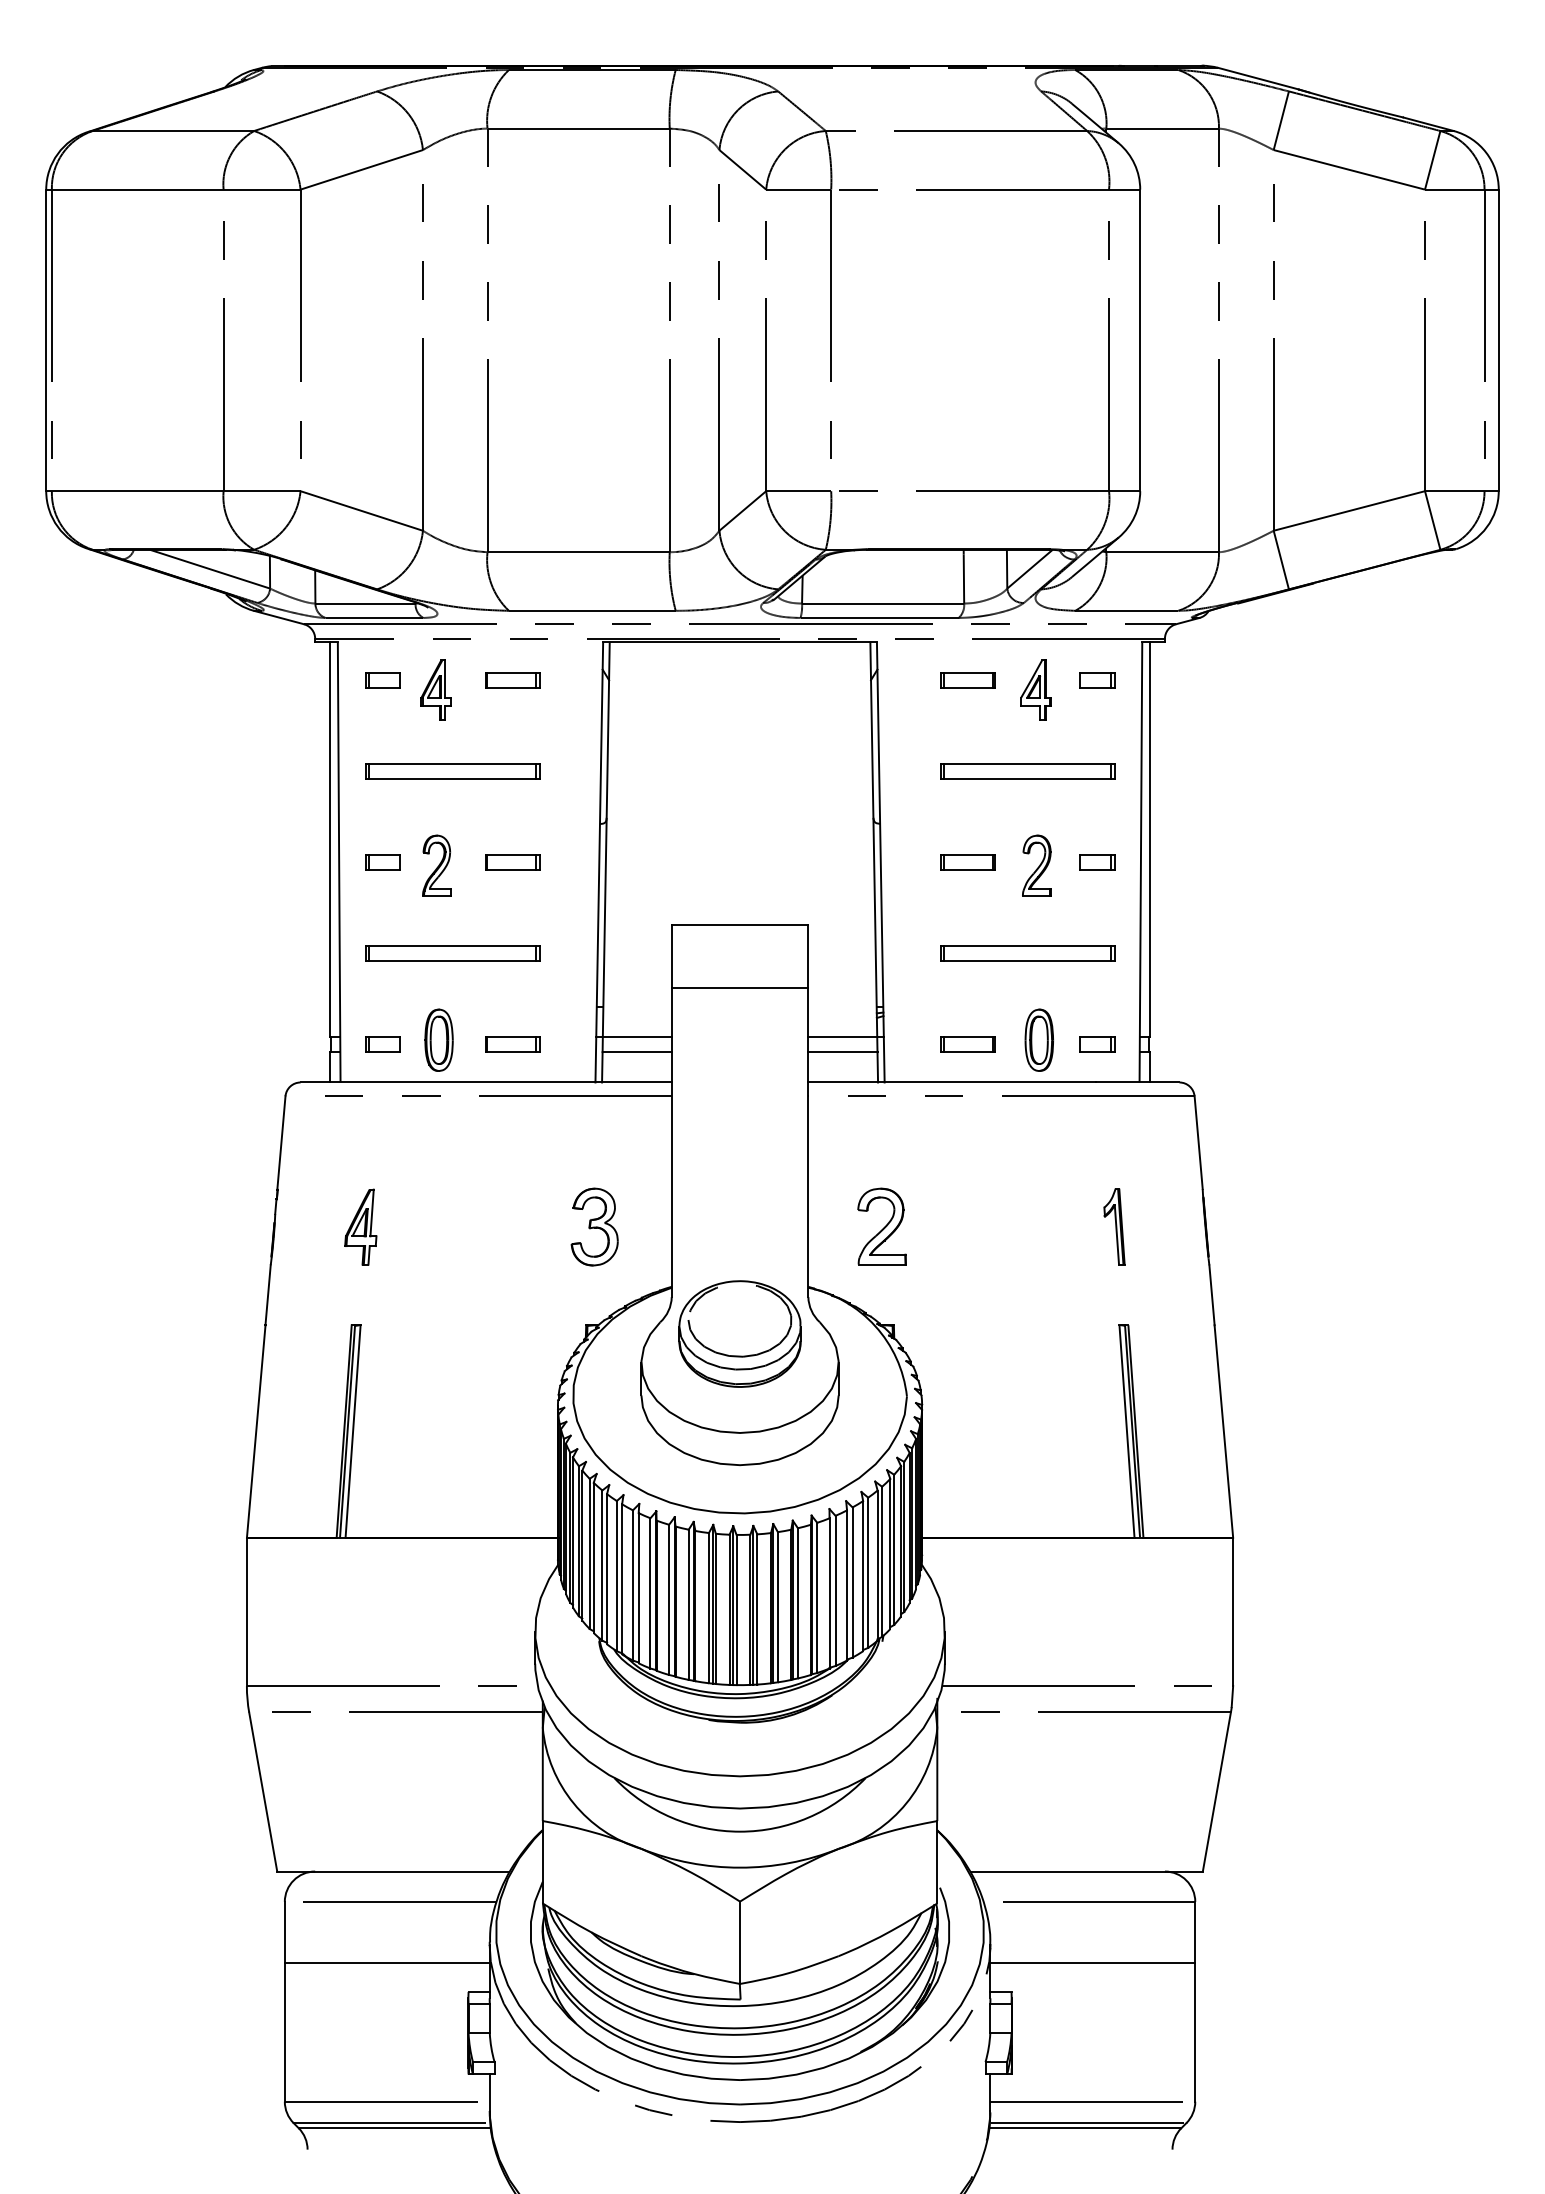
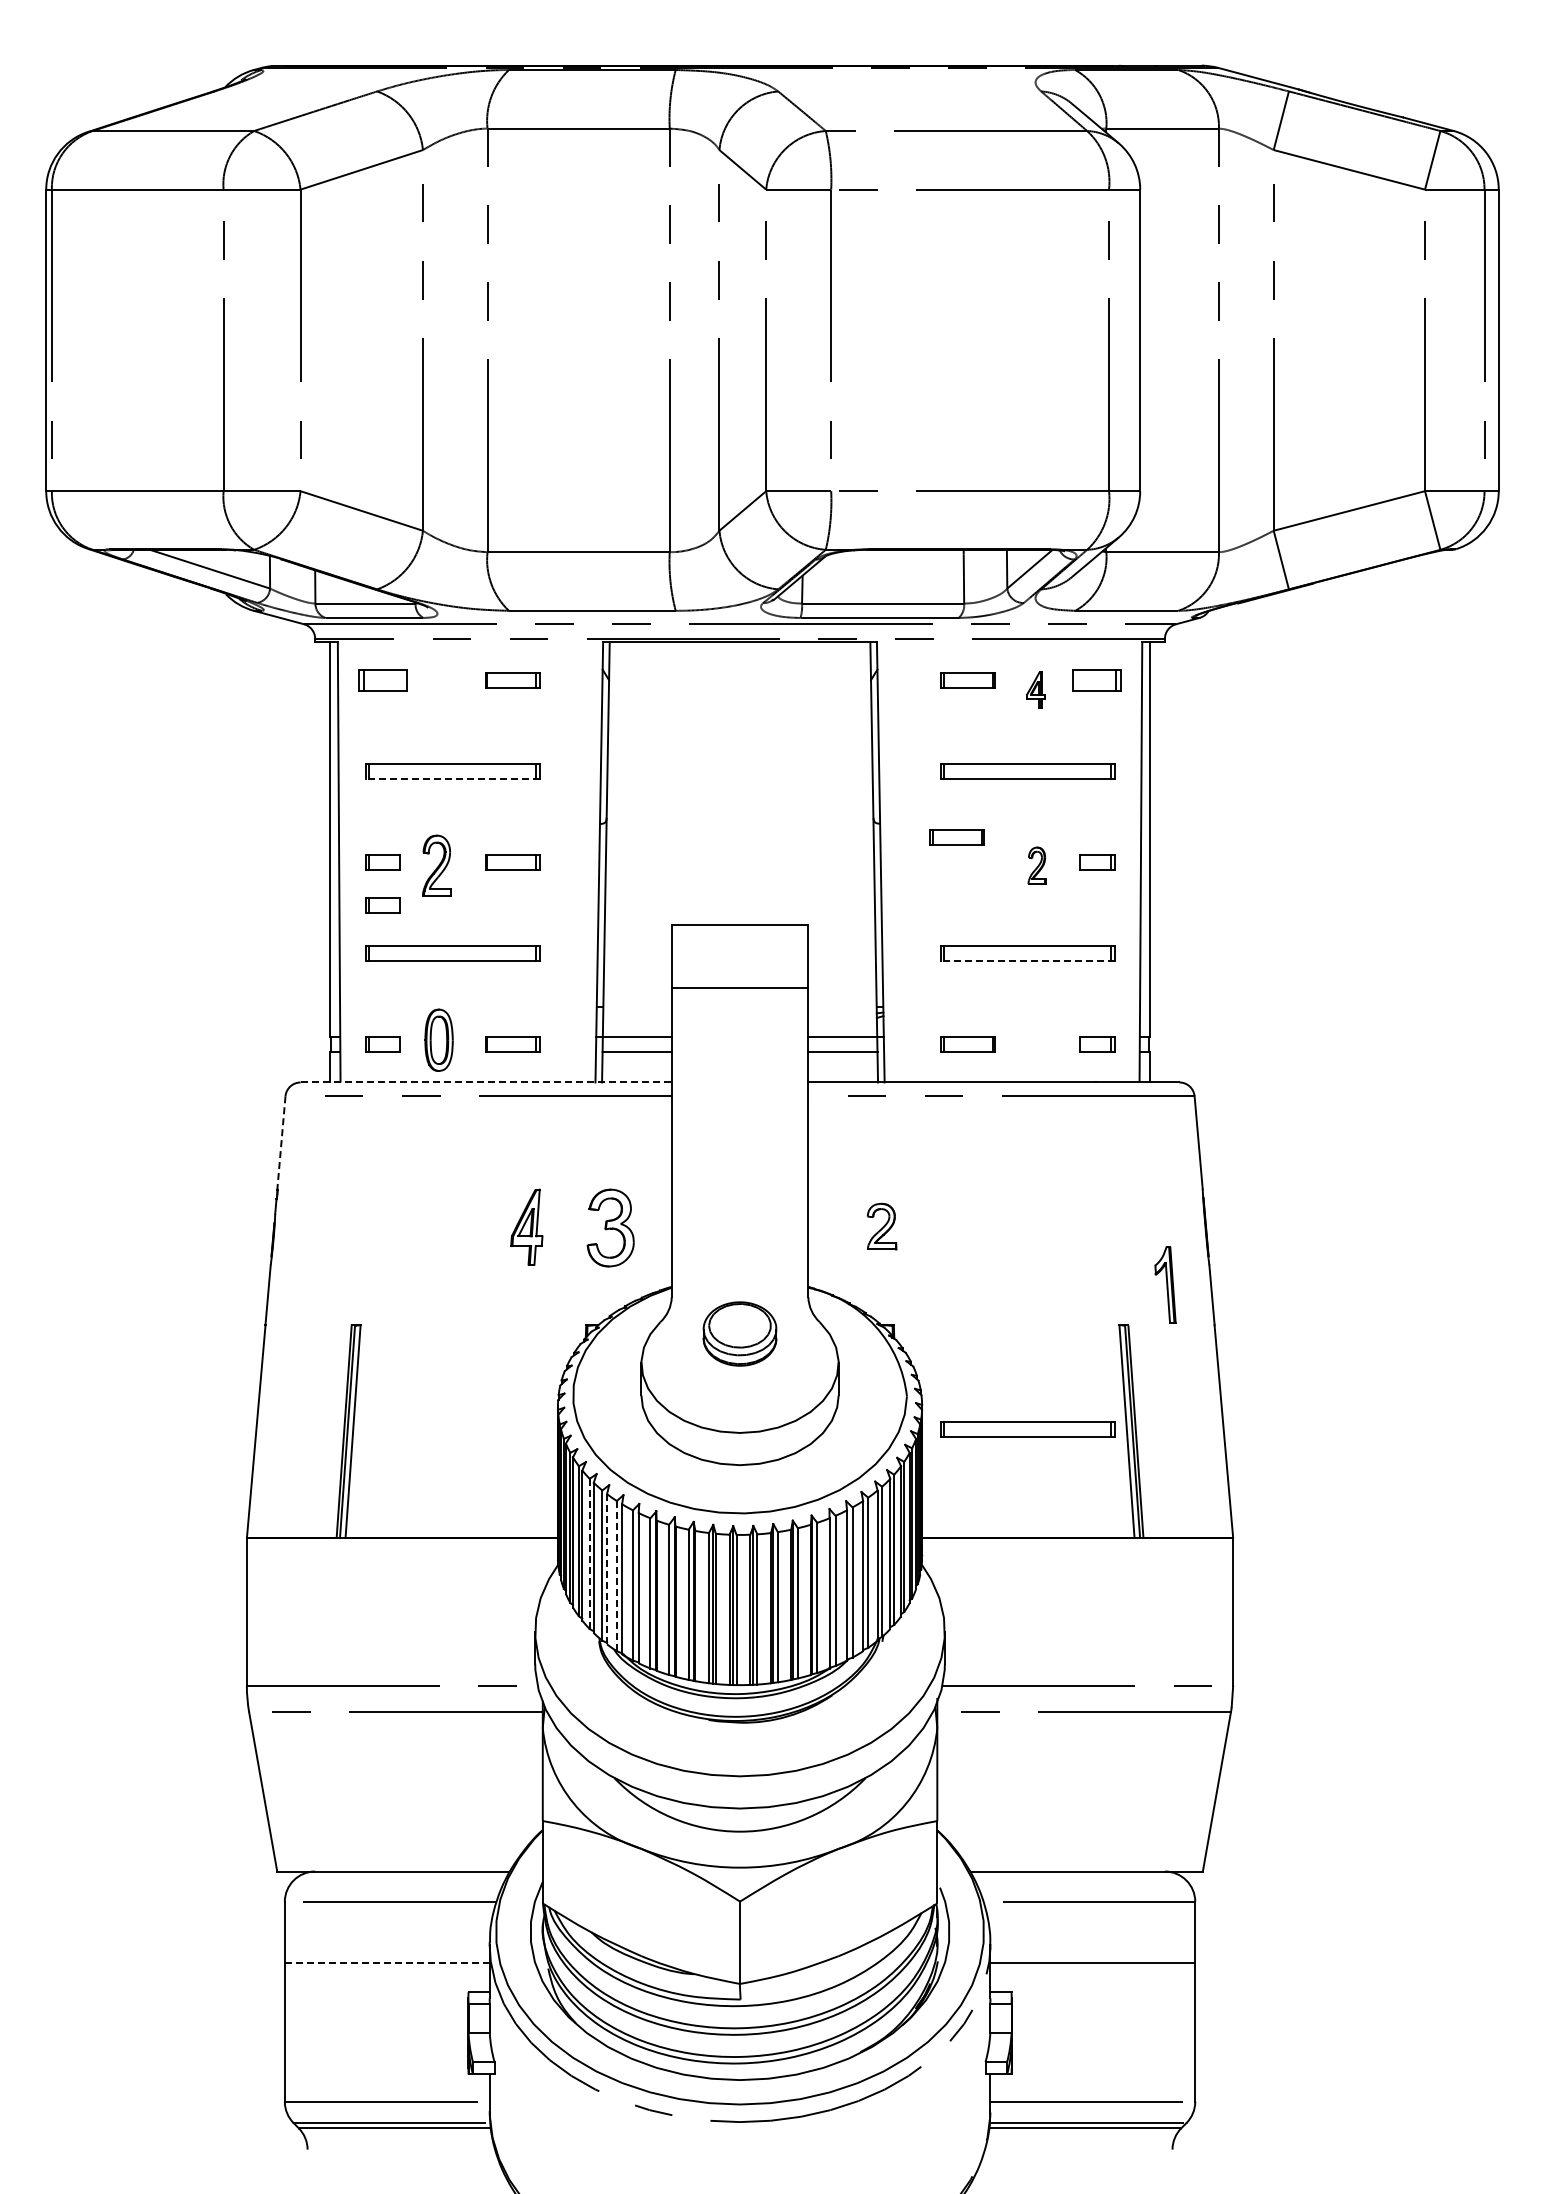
part at (382, 680) size: 36x17 px -> 50x23 px
part at (1097, 680) size: 37x17 px -> 50x23 px
part at (435, 689): present -> none
part at (1035, 689) size: 32x62 px -> 20x38 px
line at (452, 779): solid -> dashed
part at (967, 862) position: (967, 862) -> (956, 837)
part at (1036, 865) size: 30x63 px -> 20x39 px
part at (382, 905): none -> present
line at (1027, 961): solid -> dashed
part at (1038, 1039): present -> none
line at (486, 1082): solid -> dashed
line at (281, 1142): solid -> dashed
part at (360, 1226) position: (360, 1226) -> (526, 1226)
part at (594, 1226) position: (594, 1226) -> (610, 1227)
part at (881, 1226) size: 50x79 px -> 32x49 px
part at (1114, 1226) position: (1114, 1226) -> (1165, 1284)
part at (739, 1333) size: 124x108 px -> 76x66 px
part at (1027, 1429): none -> present
line at (589, 1553): solid -> dashed
line at (607, 1569): solid -> dashed
line at (616, 1575): solid -> dashed
line at (387, 1962): solid -> dashed
